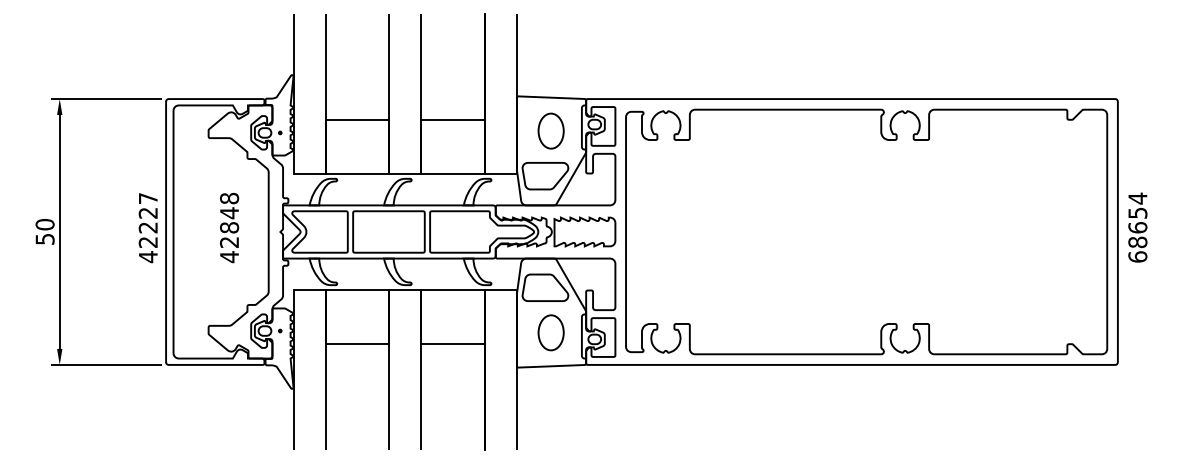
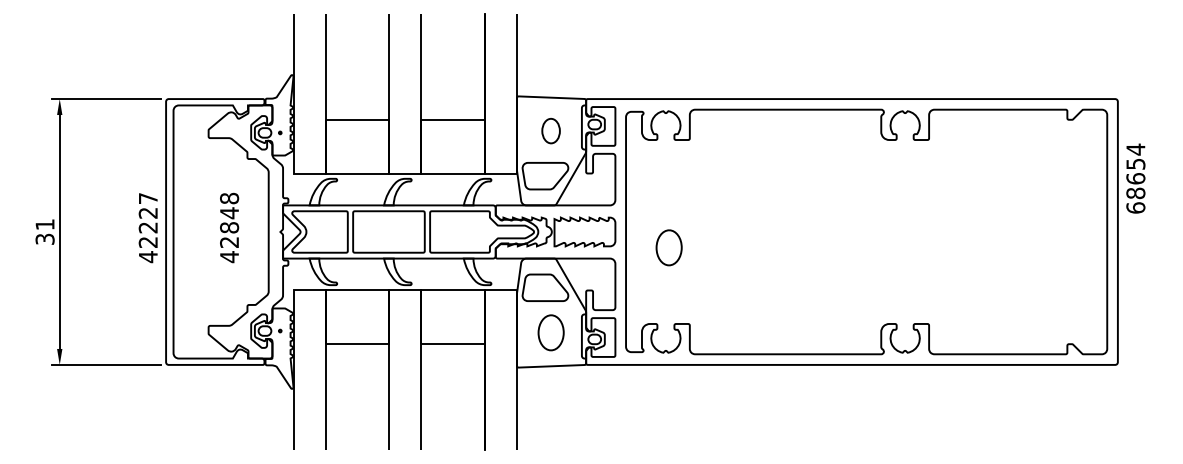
part at (550, 130) size: 28x38 px -> 20x27 px
text at (1137, 227) position: (1137, 227) -> (1135, 178)
text at (44, 231): 50 -> 31
part at (668, 247): none -> present
